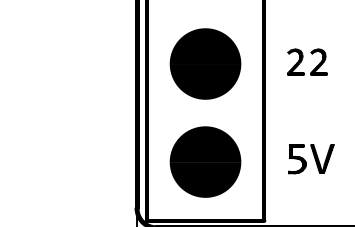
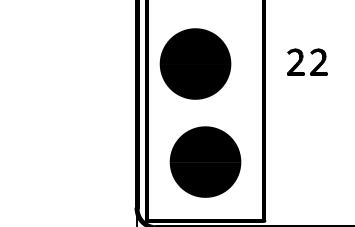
part at (205, 63) position: (205, 63) -> (195, 63)
part at (311, 159): present -> none
